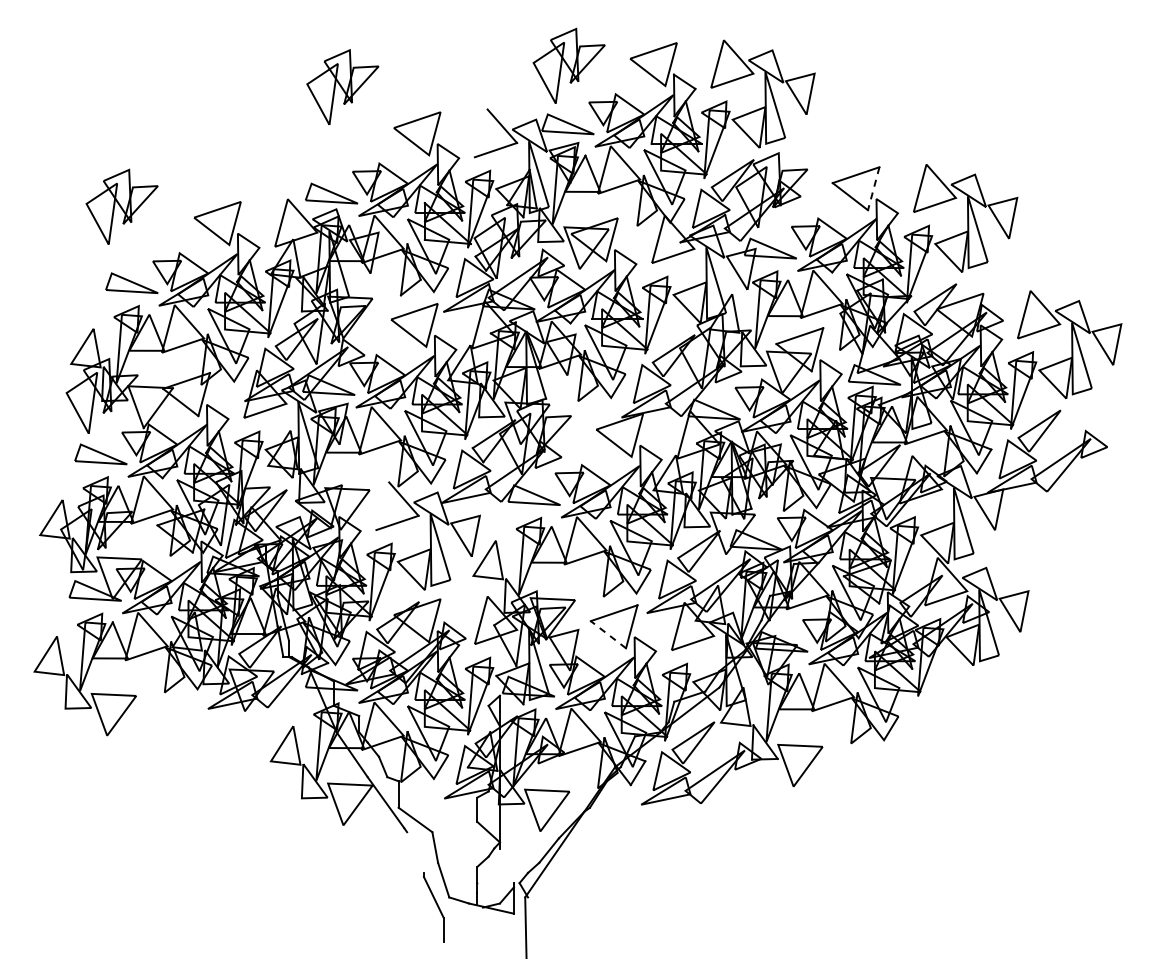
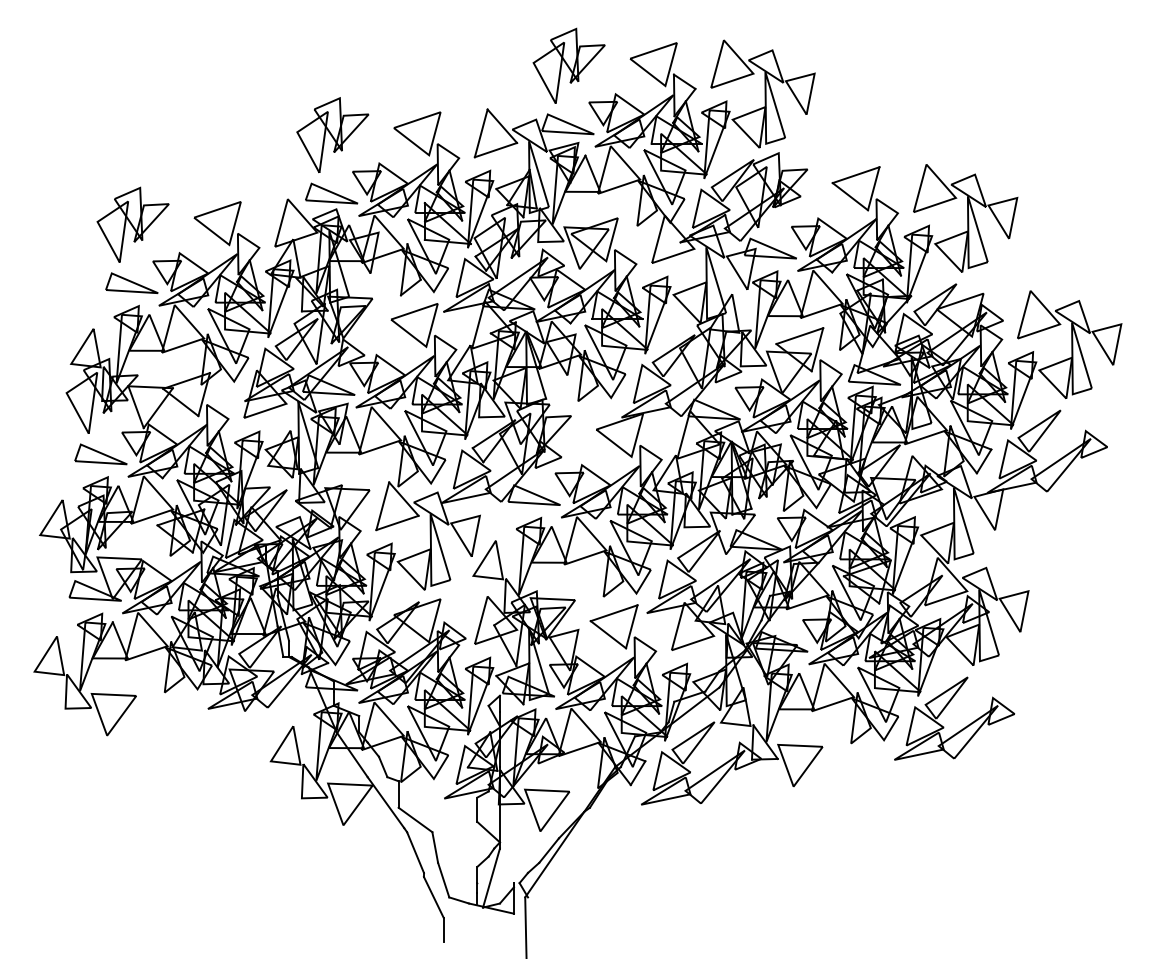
part at (342, 87) position: (342, 87) -> (332, 135)
line at (480, 133): none -> present
line at (873, 189): dashed -> solid
part at (121, 206) position: (121, 206) -> (132, 224)
line at (382, 506): none -> present
line at (608, 634): dashed -> solid
part at (962, 728): none -> present
line at (415, 852): none -> present
line at (491, 877): none -> present
